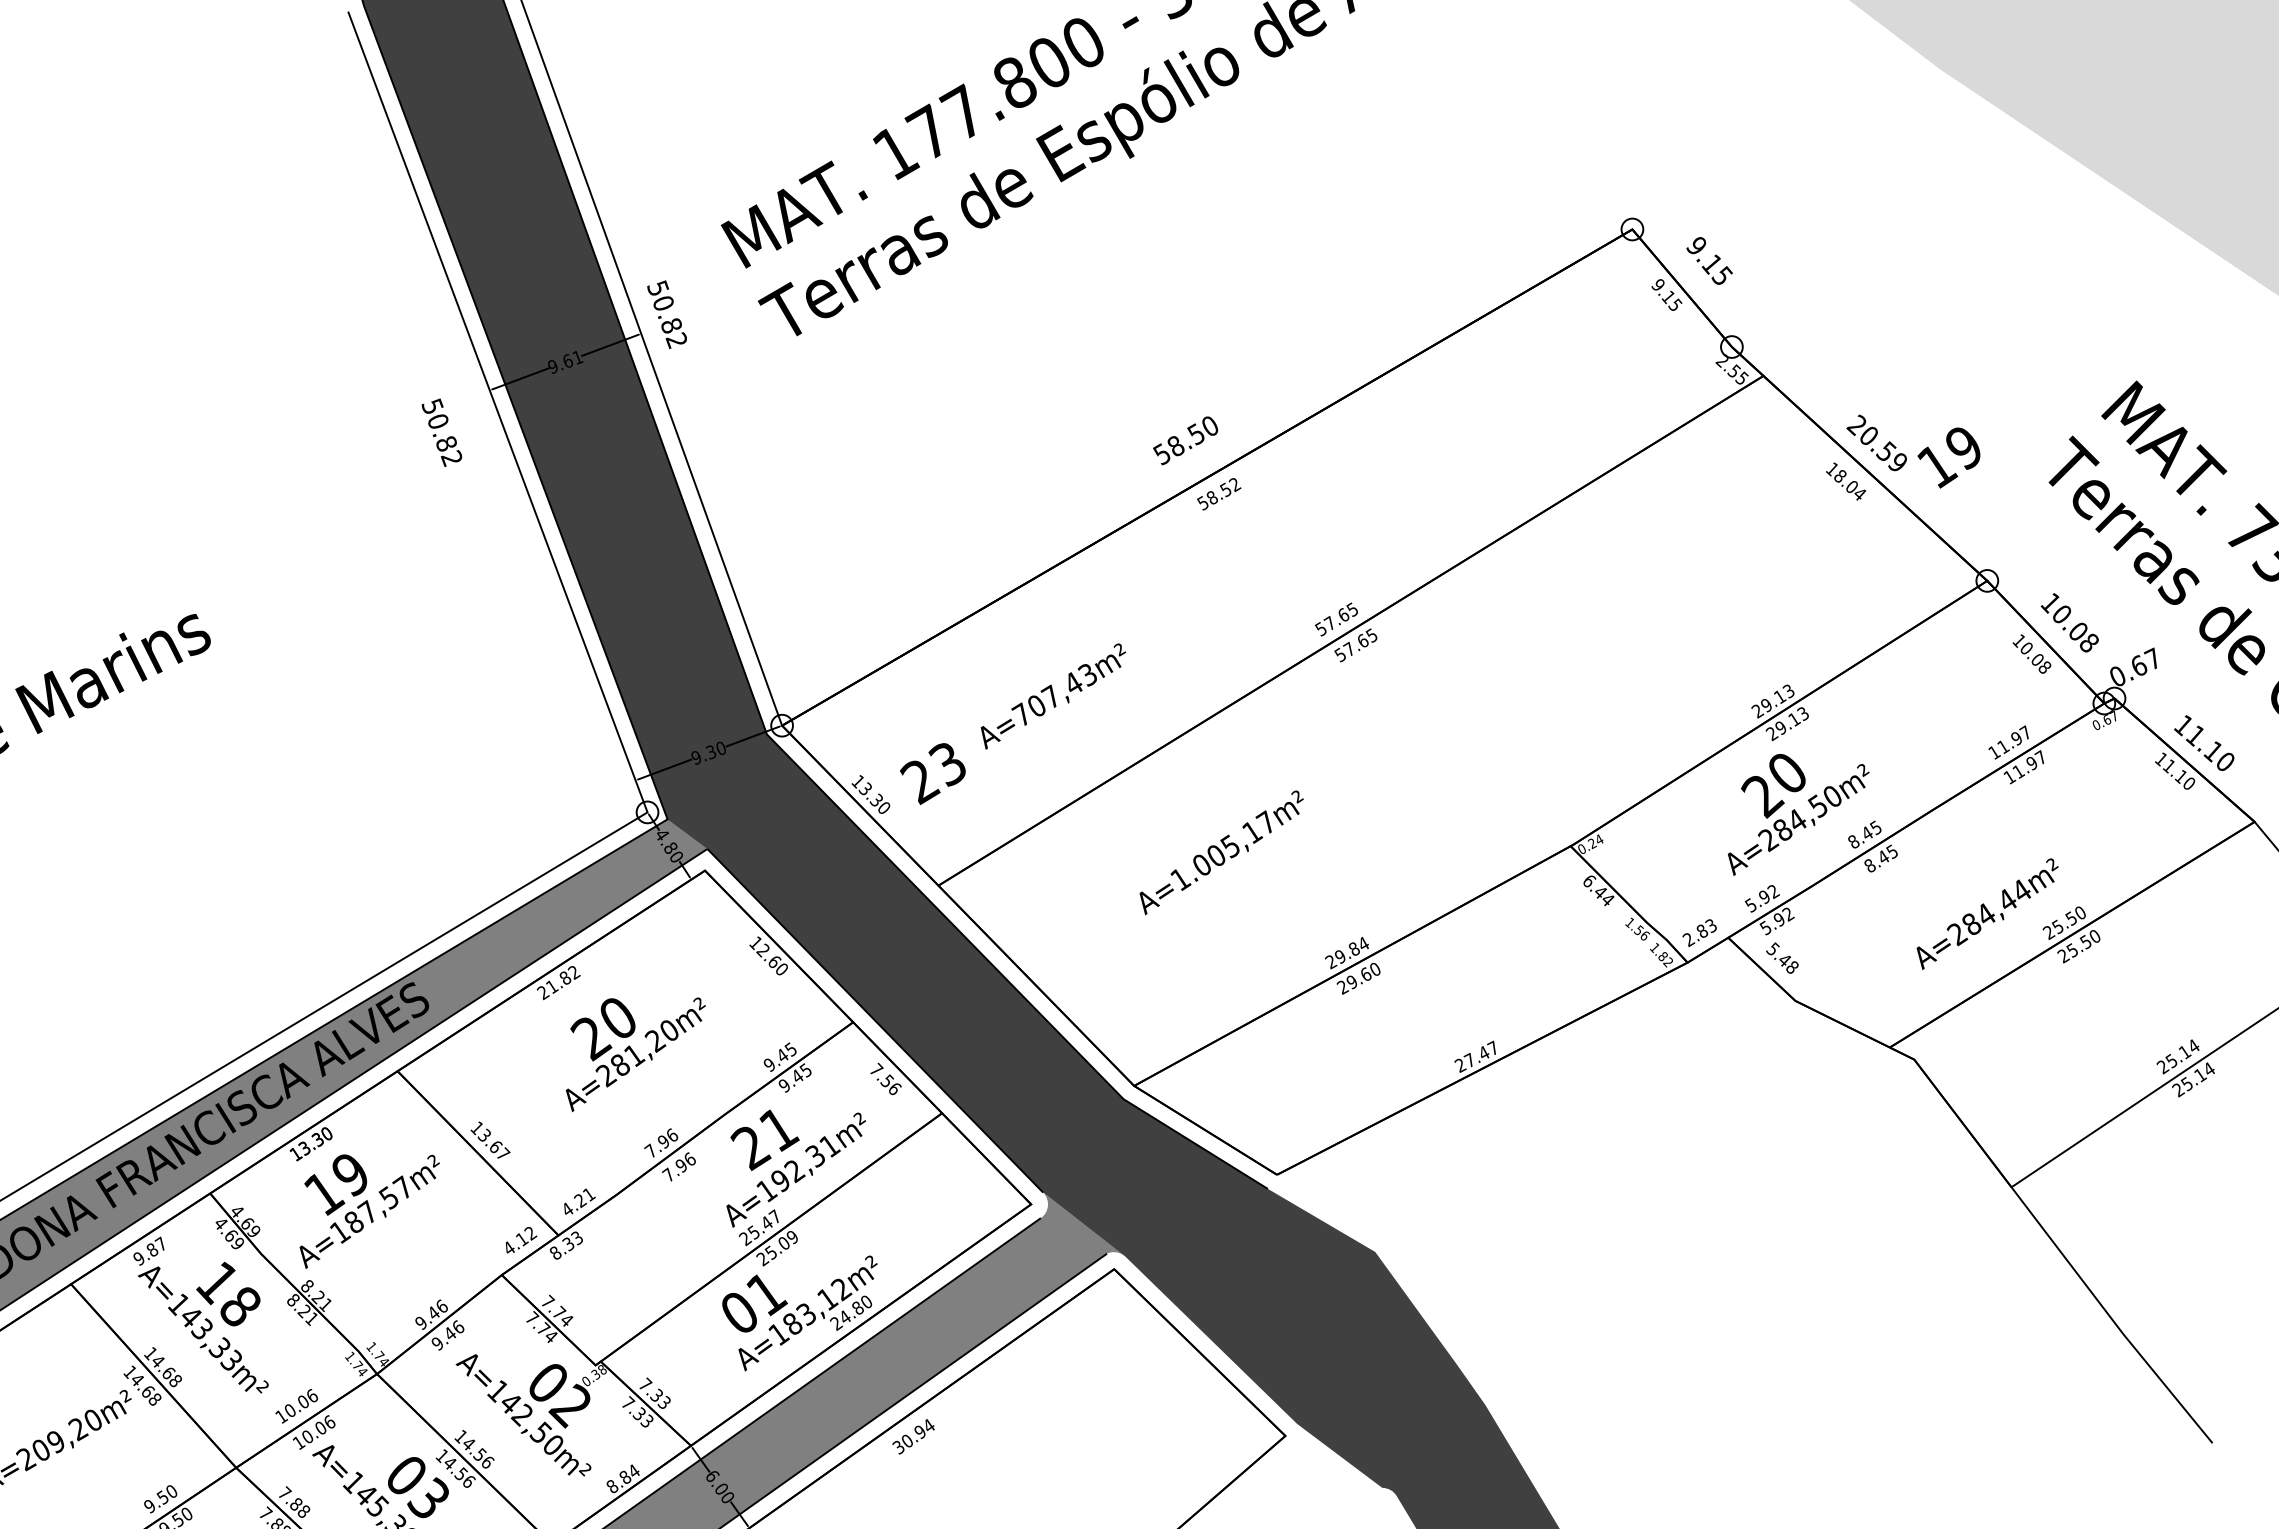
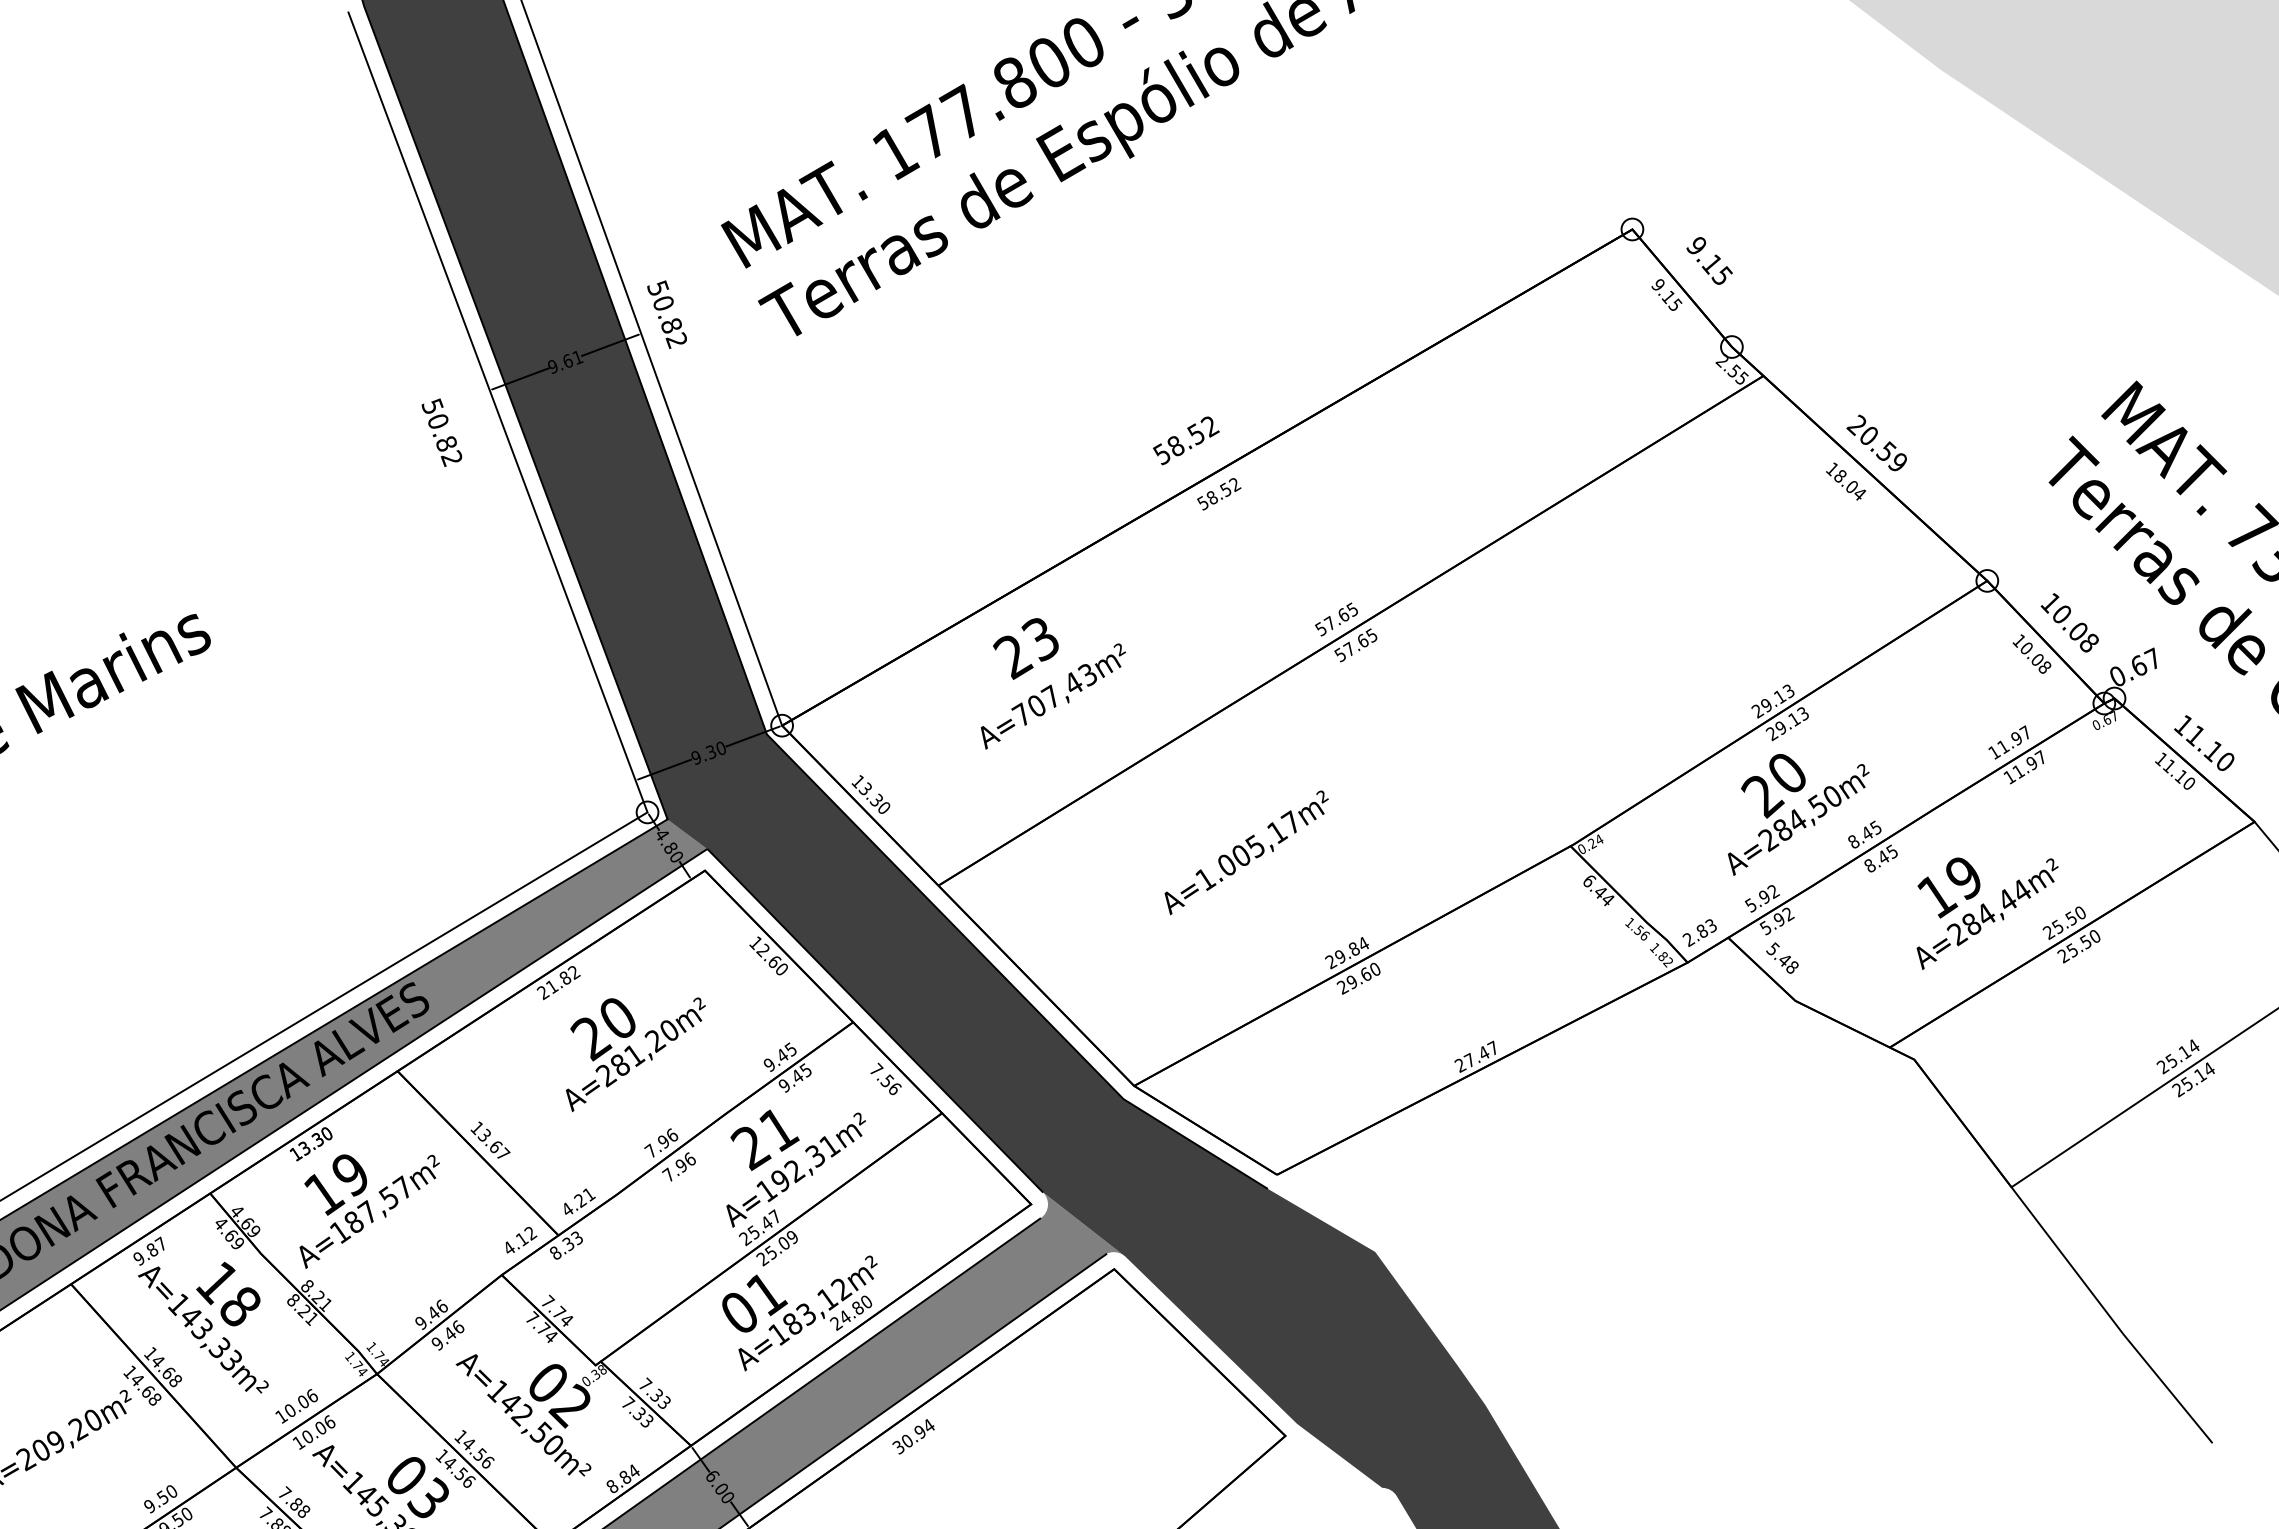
text at (1209, 426): 58.50 -> 58.52
text at (1948, 457) position: (1948, 457) -> (1948, 887)
text at (932, 773) position: (932, 773) -> (1025, 648)
text at (1221, 852) position: (1221, 852) -> (1246, 852)
